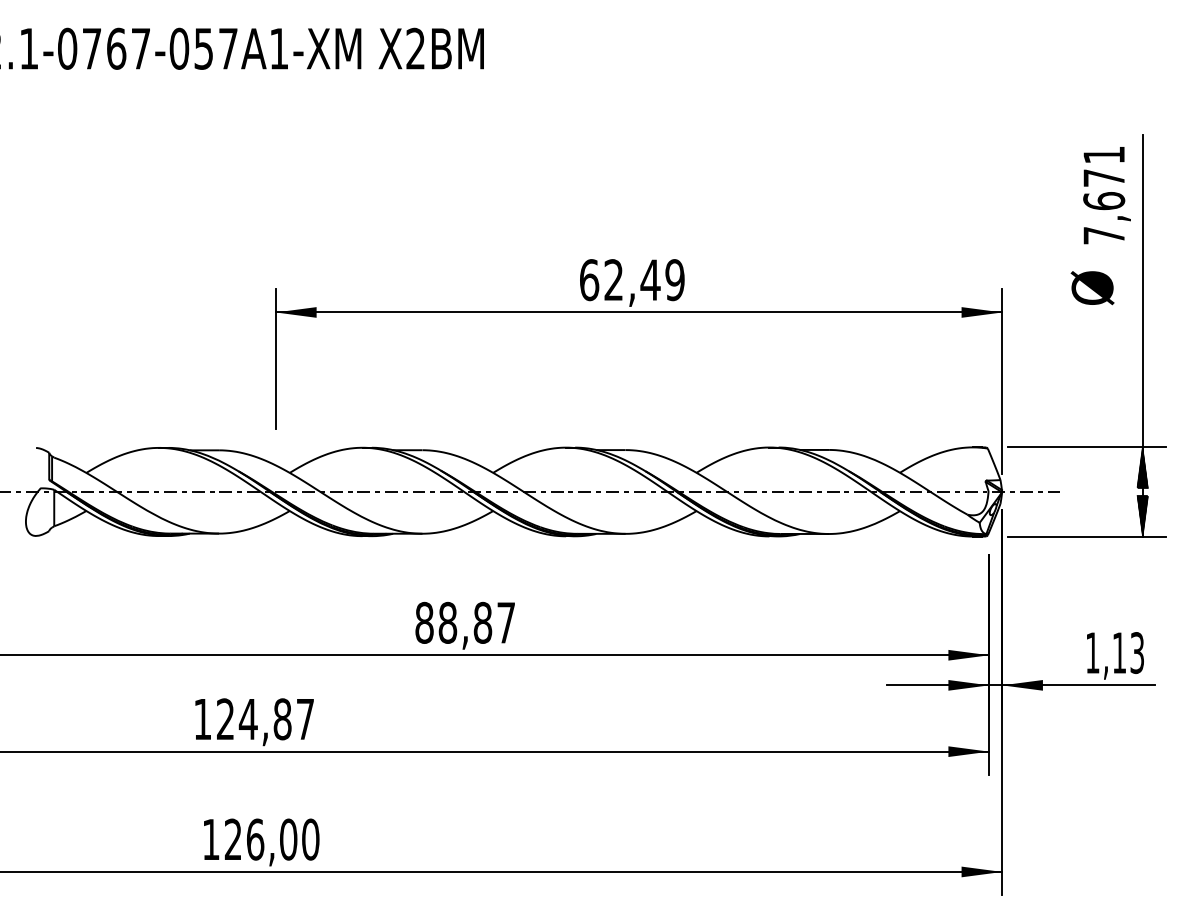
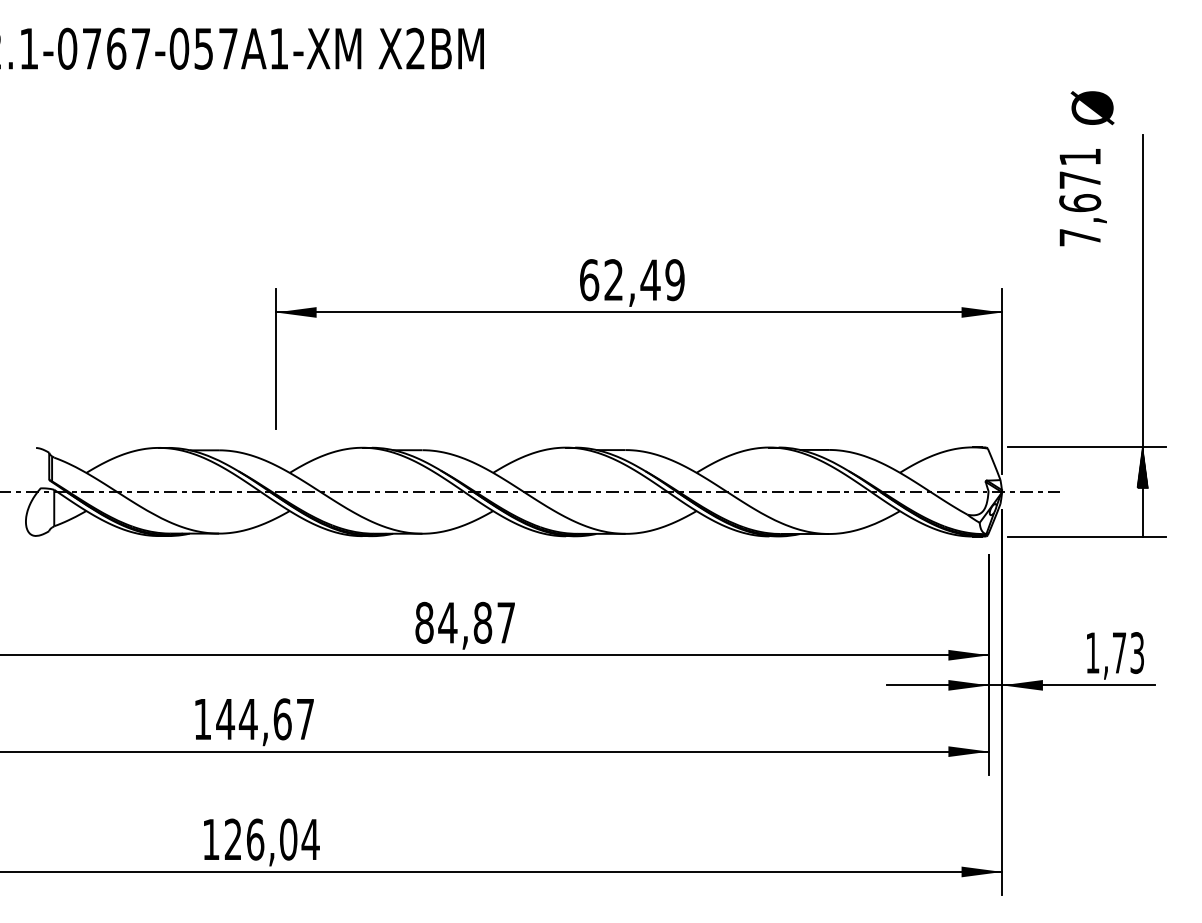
text at (1106, 195) position: (1106, 195) -> (1082, 197)
text at (1092, 288) position: (1092, 288) -> (1092, 108)
hatch at (1142, 515): present -> none
text at (447, 622): 88,87 -> 84,87
text at (1119, 652): 1,13 -> 1,73
text at (253, 719): 124,87 -> 144,67
text at (310, 839): 126,00 -> 126,04
